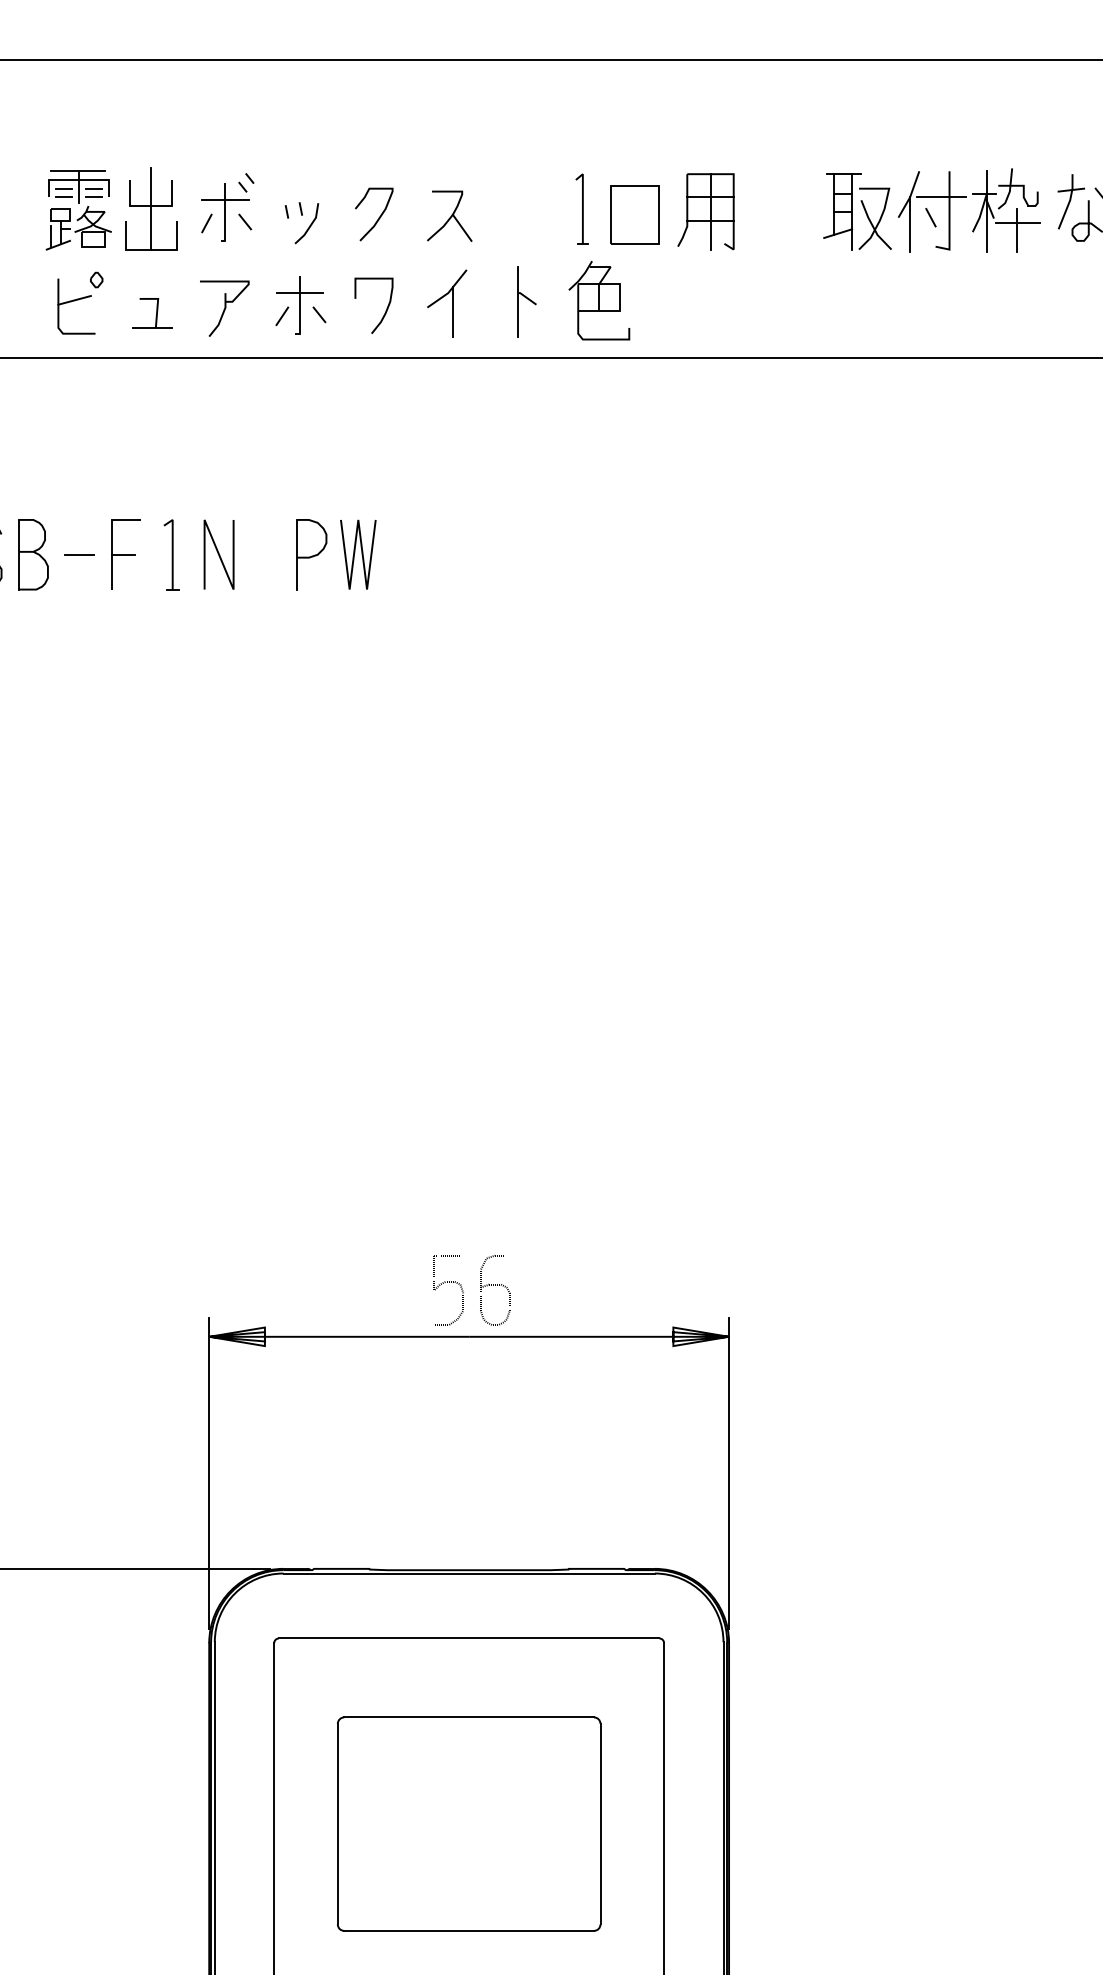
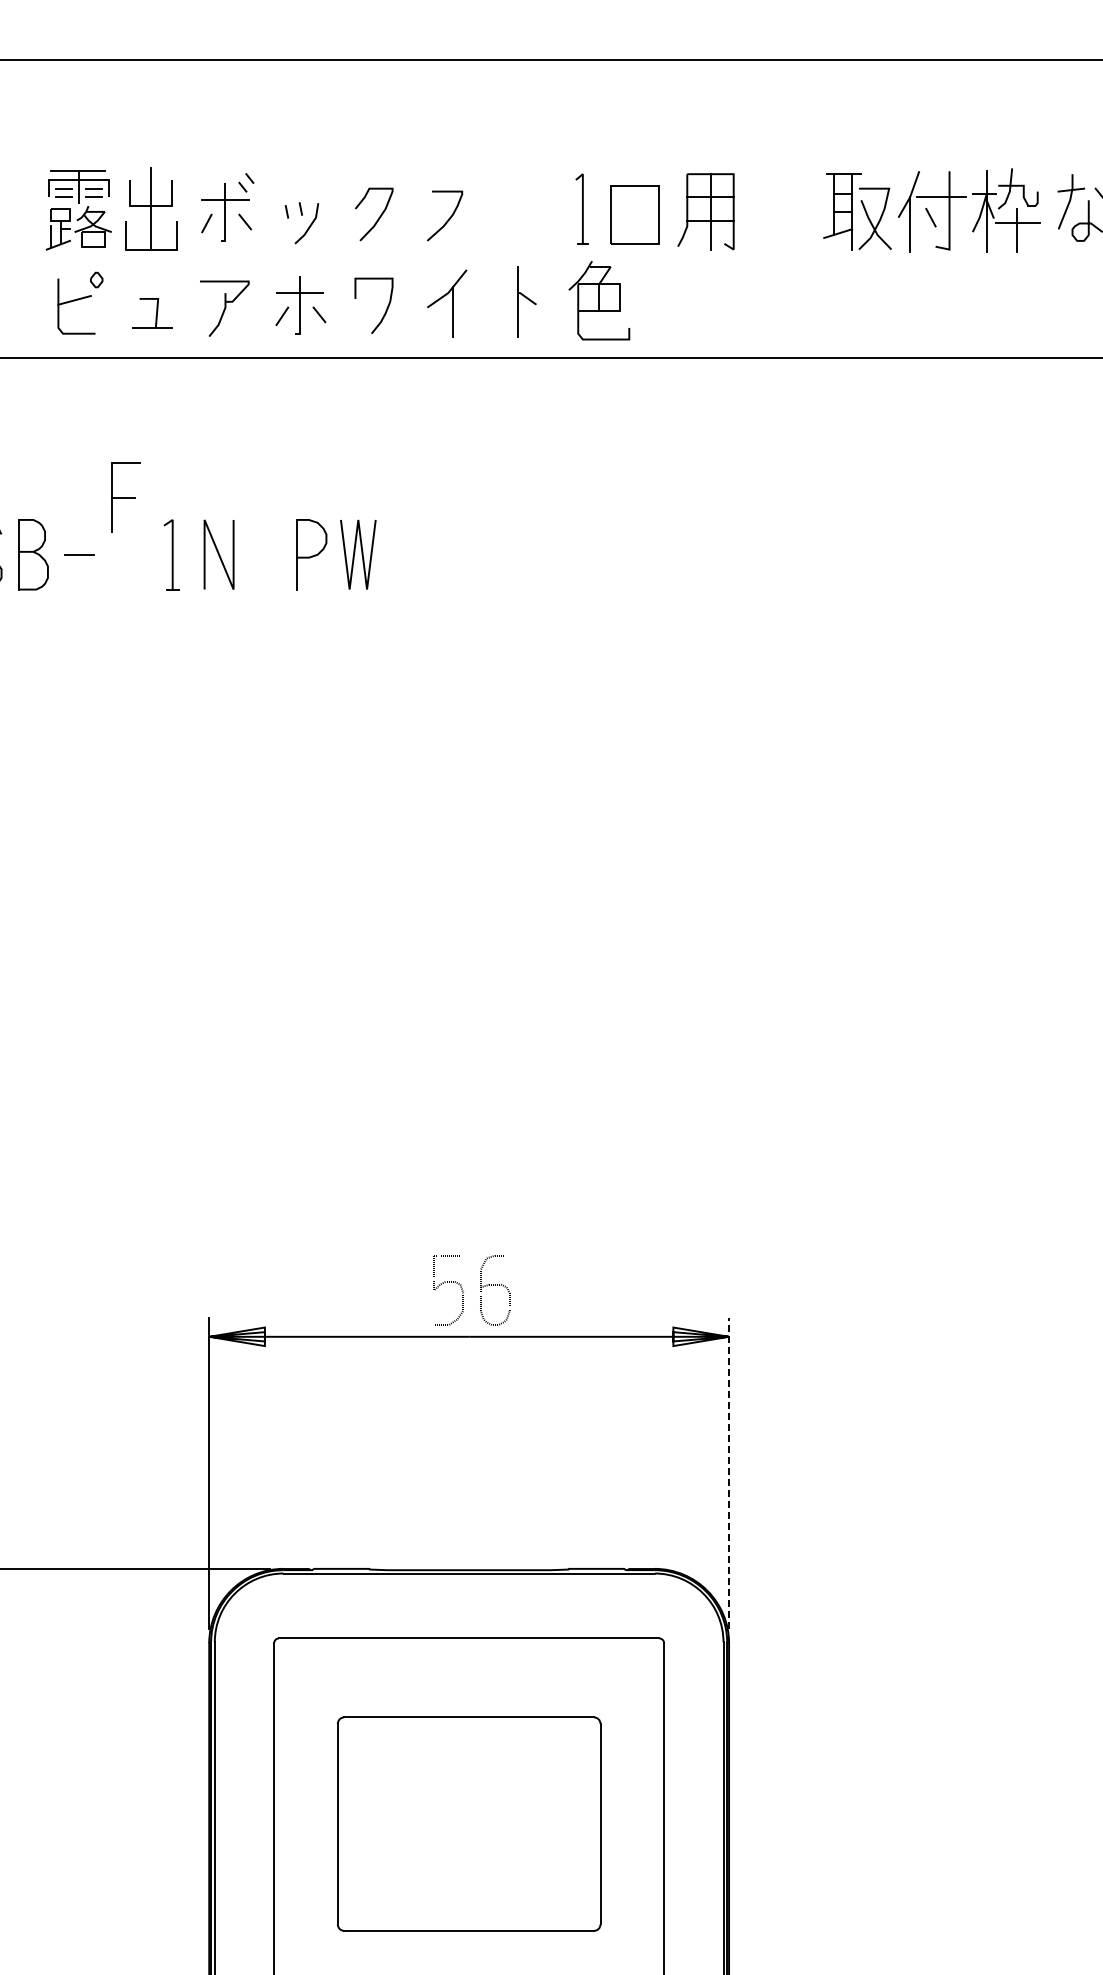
line at (461, 227): present -> none
part at (125, 554) position: (125, 554) -> (125, 497)
line at (729, 1473): solid -> dashed
